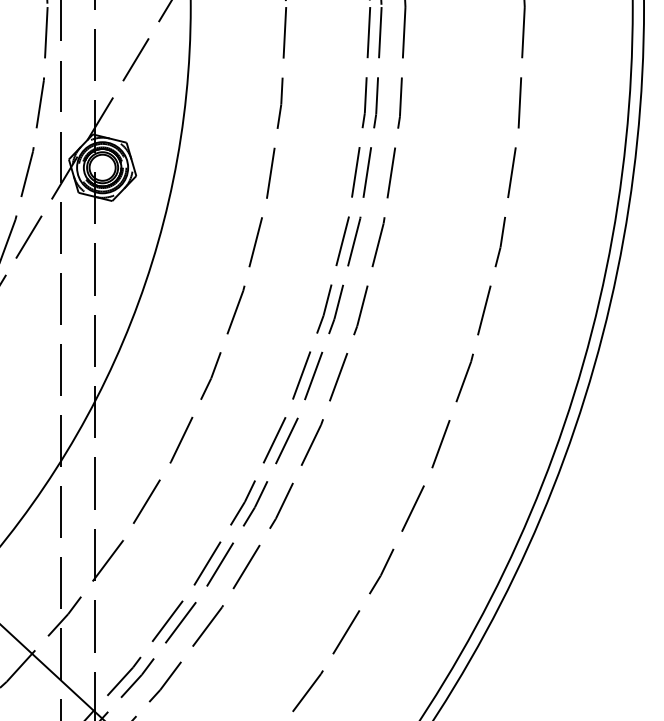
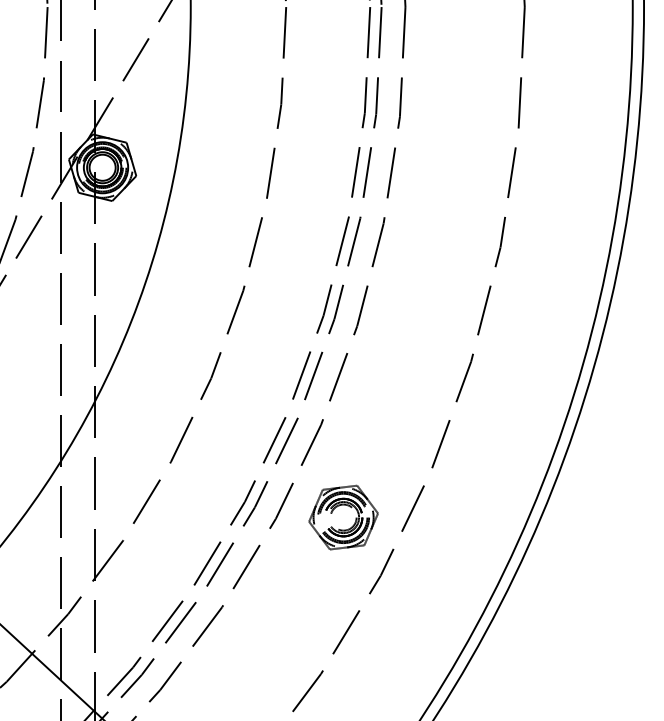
part at (343, 517): none -> present
